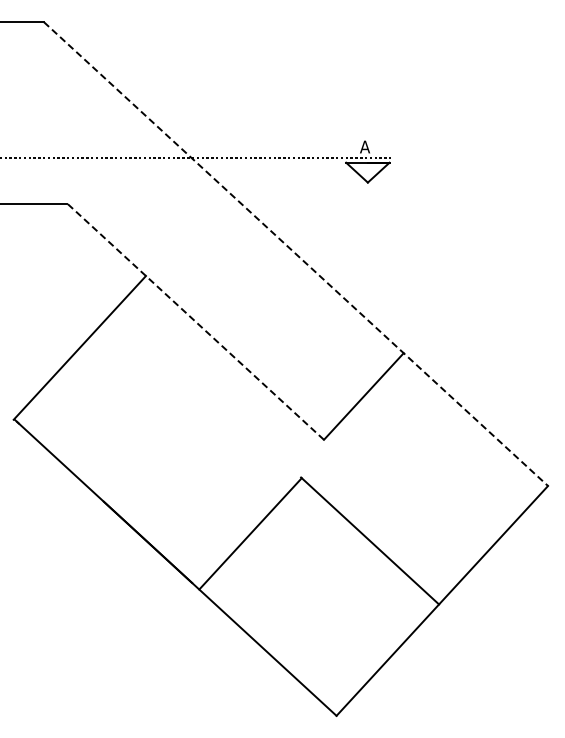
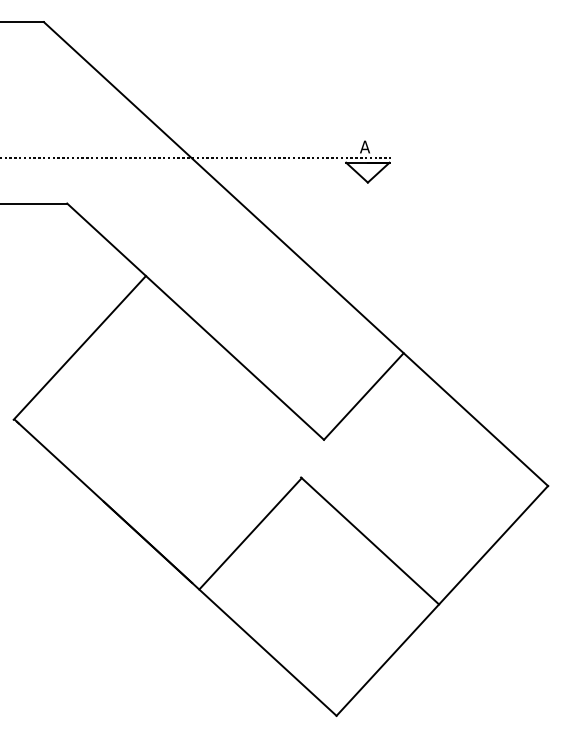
line at (296, 254): dashed -> solid
line at (195, 321): dashed -> solid
